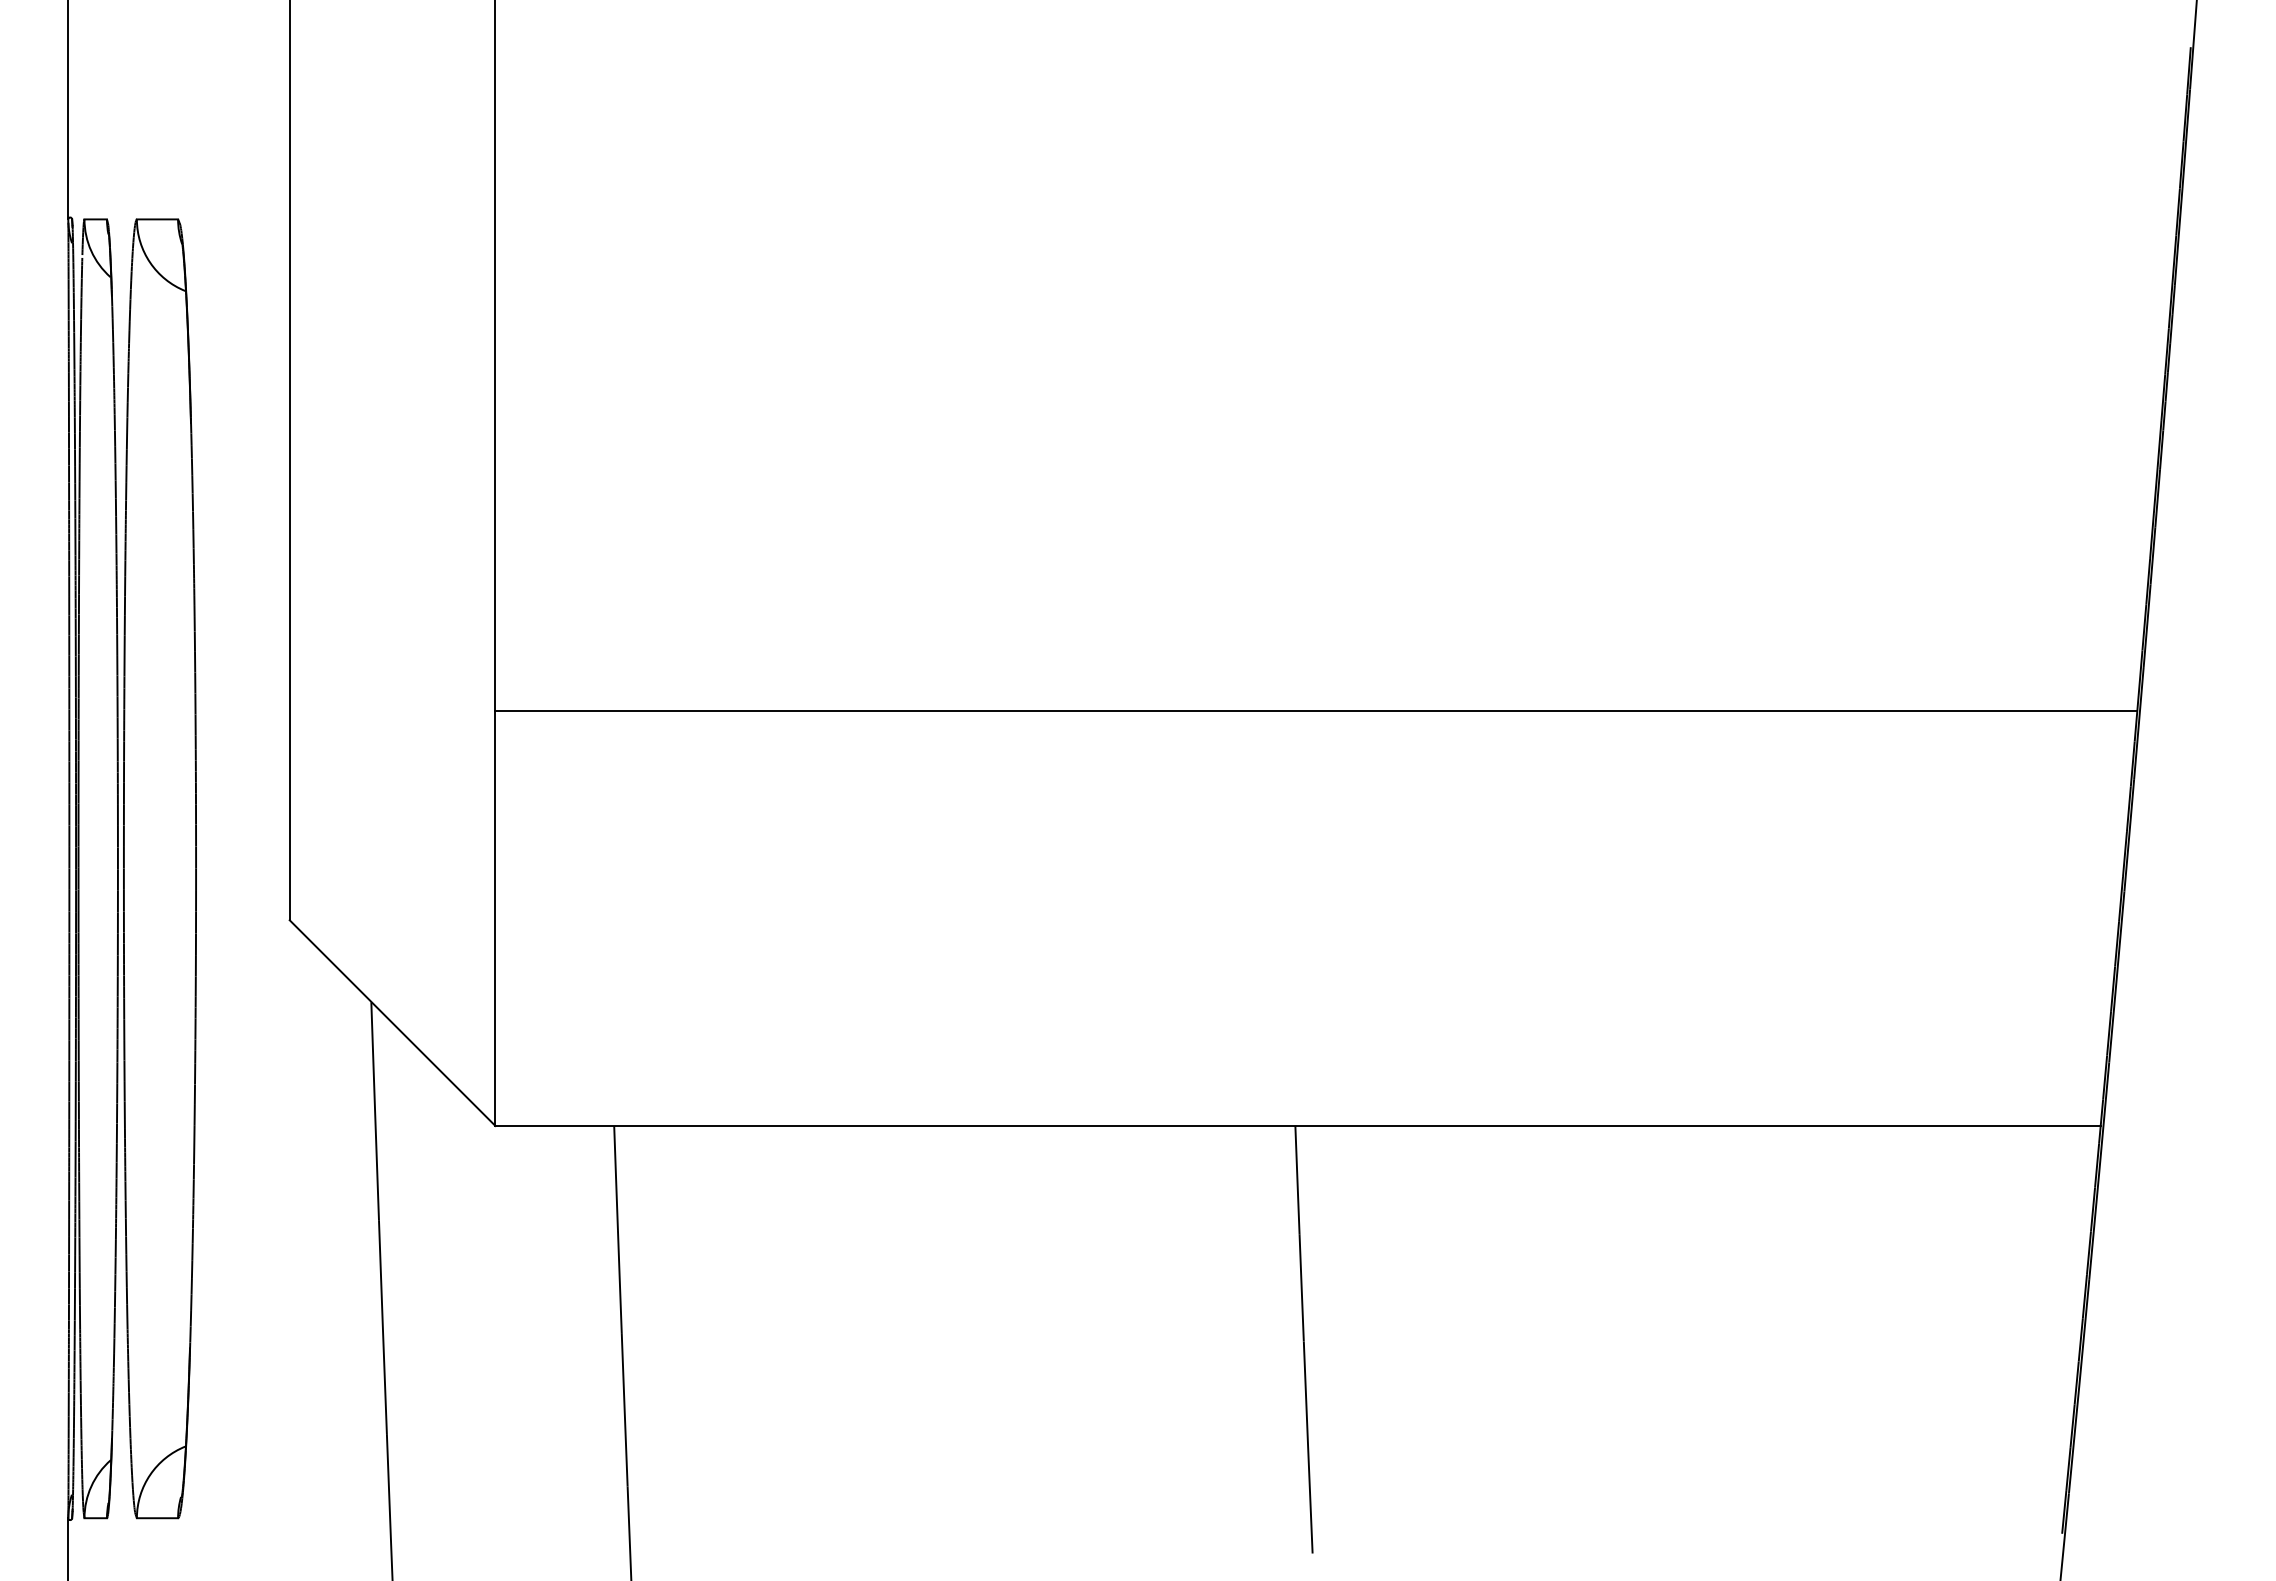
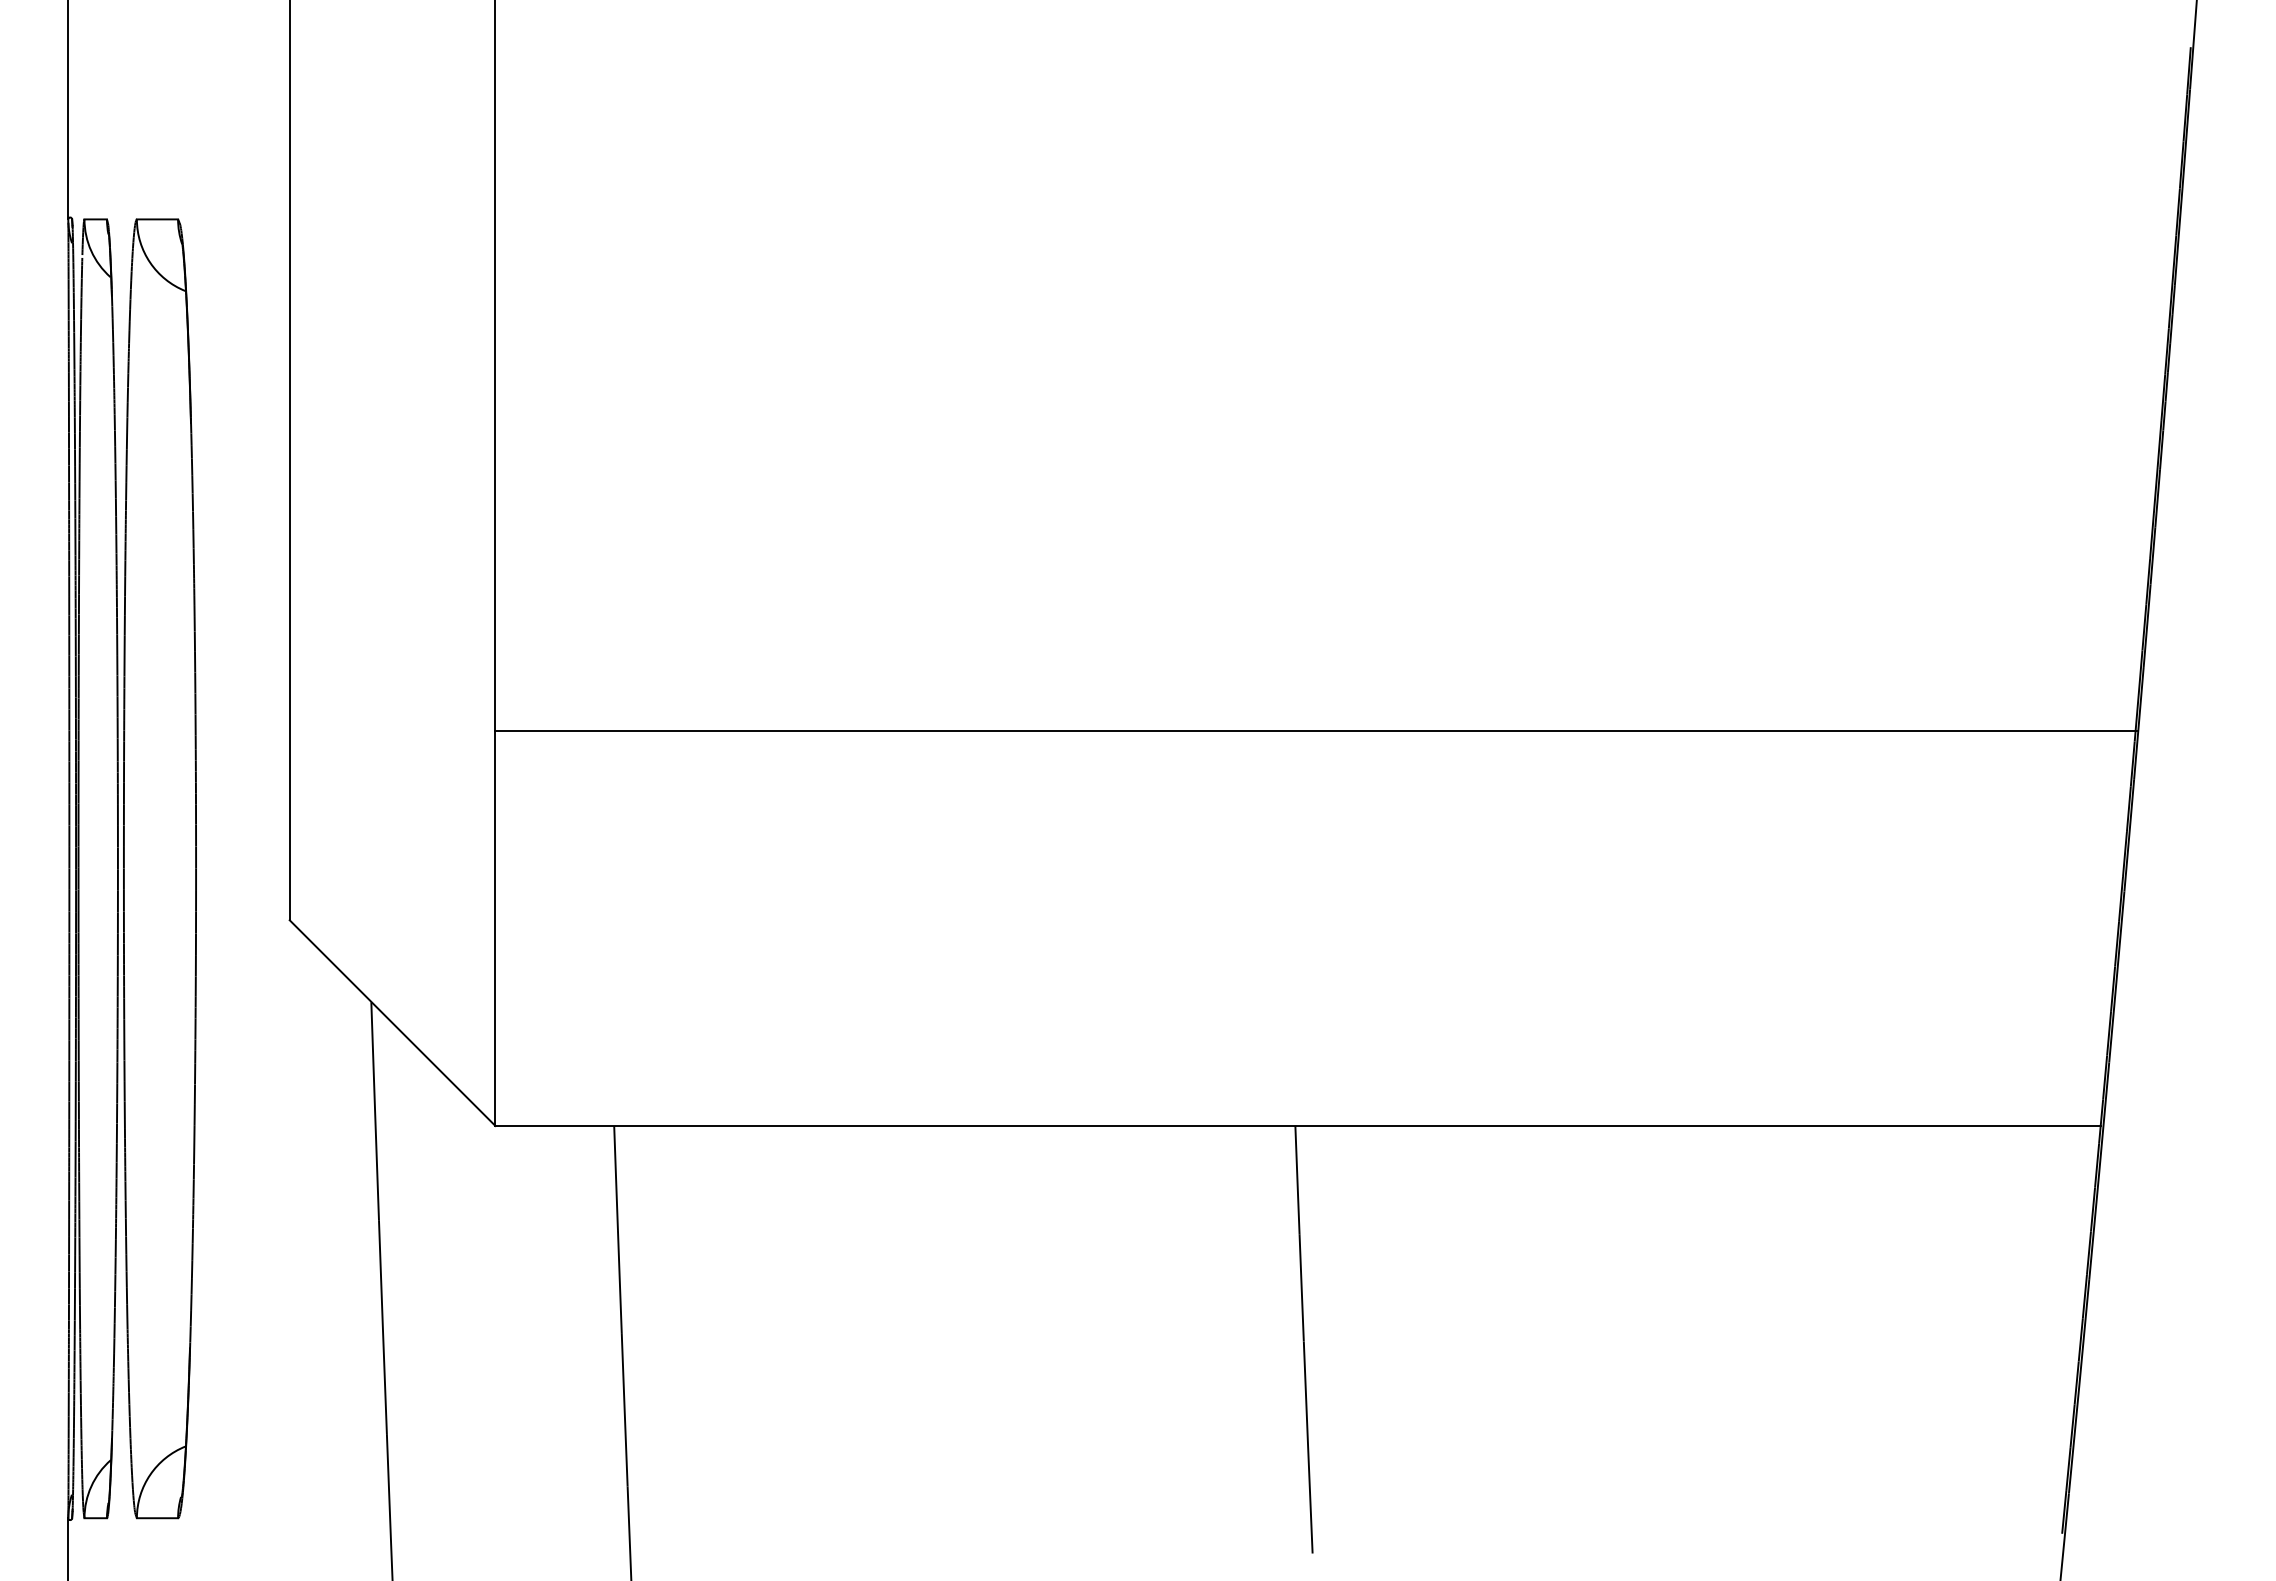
line at (1316, 710) position: (1316, 710) -> (1316, 730)
